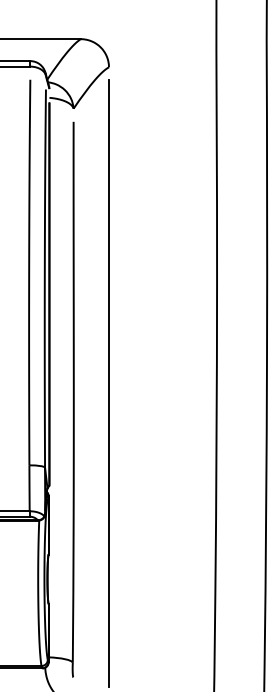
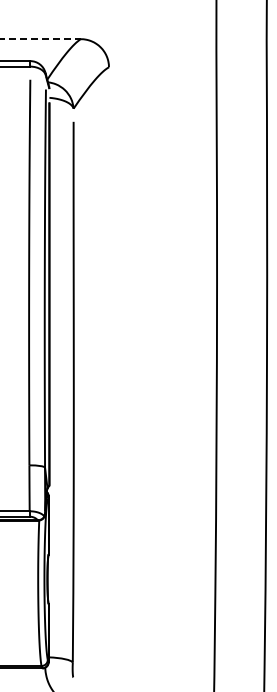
line at (40, 39): solid -> dashed
line at (108, 383): present -> none
